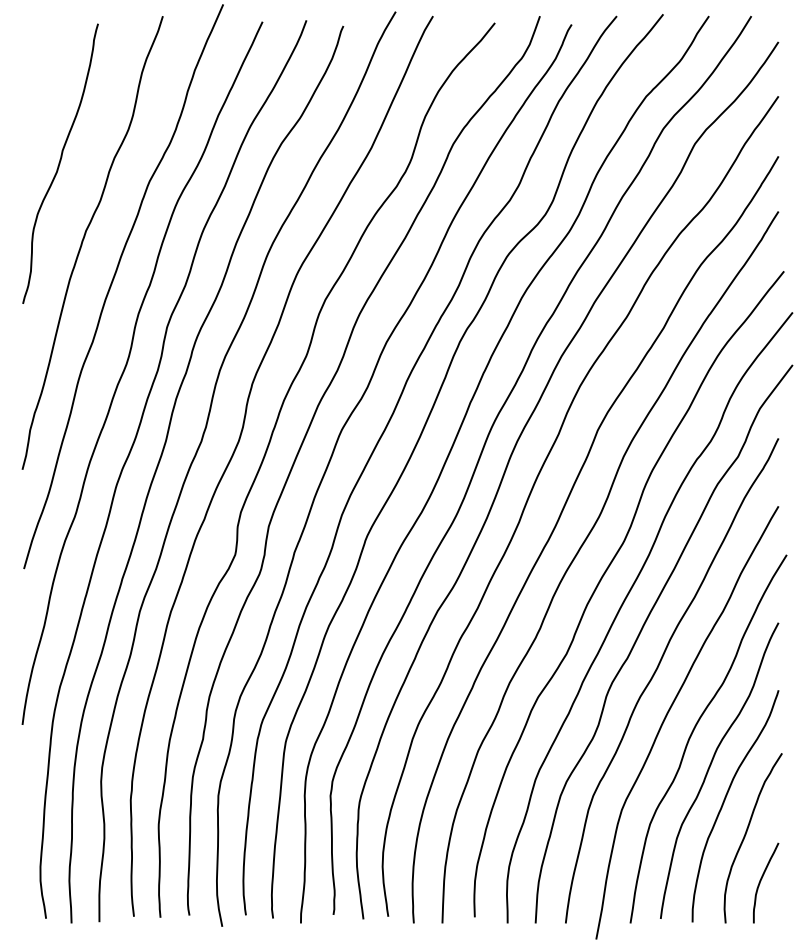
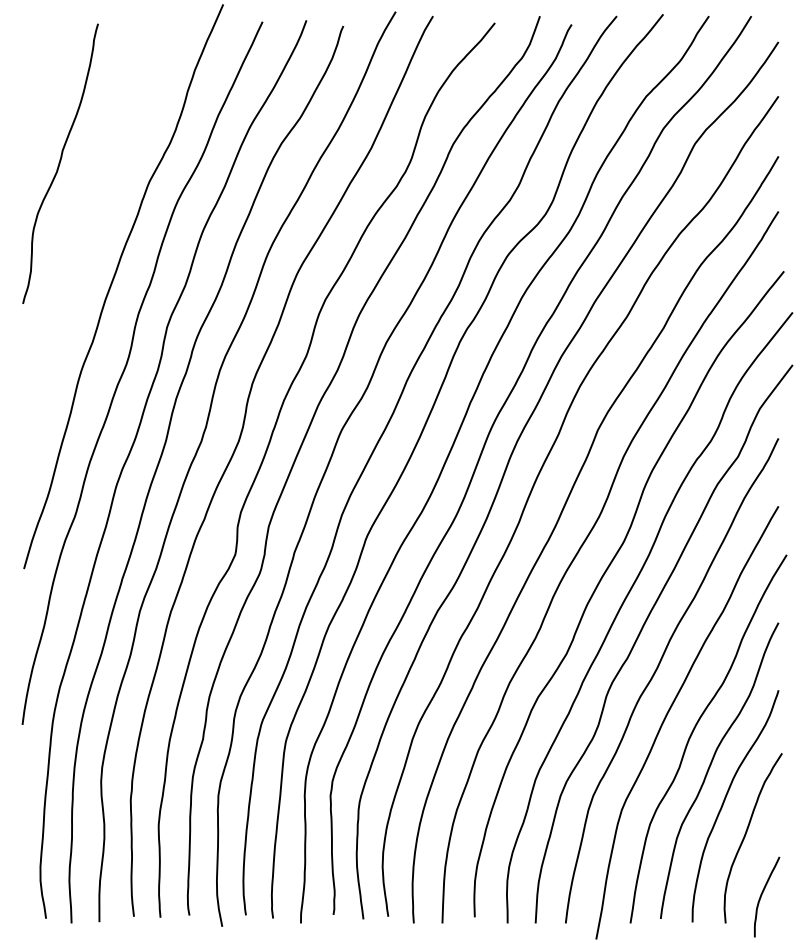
curve at (84, 239): present -> none
curve at (761, 881) position: (761, 881) -> (762, 895)
